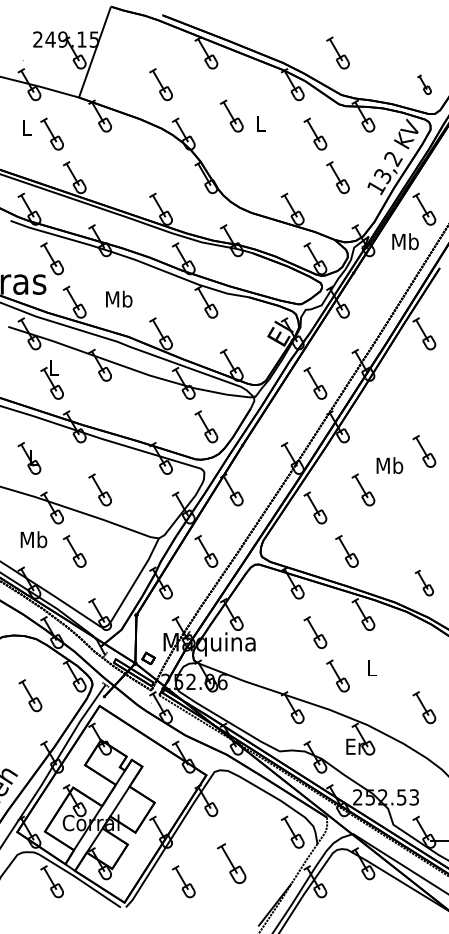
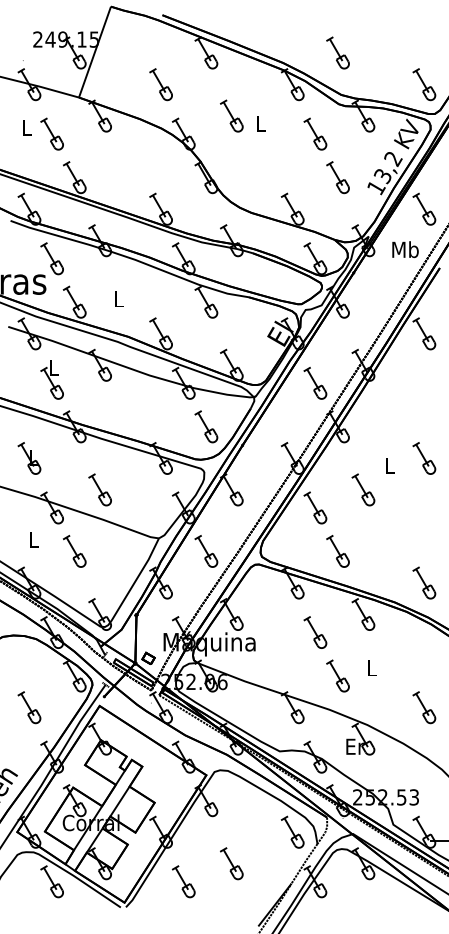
part at (424, 84) size: 15x21 px -> 25x34 px
text at (405, 241) position: (405, 241) -> (405, 249)
text at (119, 298): Mb -> L
part at (424, 451) position: (424, 451) -> (424, 458)
text at (389, 465): Mb -> L
text at (33, 539): Mb -> L
part at (346, 551) position: (346, 551) -> (337, 551)
part at (423, 582) size: 20x28 px -> 25x34 px
part at (30, 695) position: (30, 695) -> (29, 707)
part at (231, 863) size: 30x41 px -> 24x34 px
